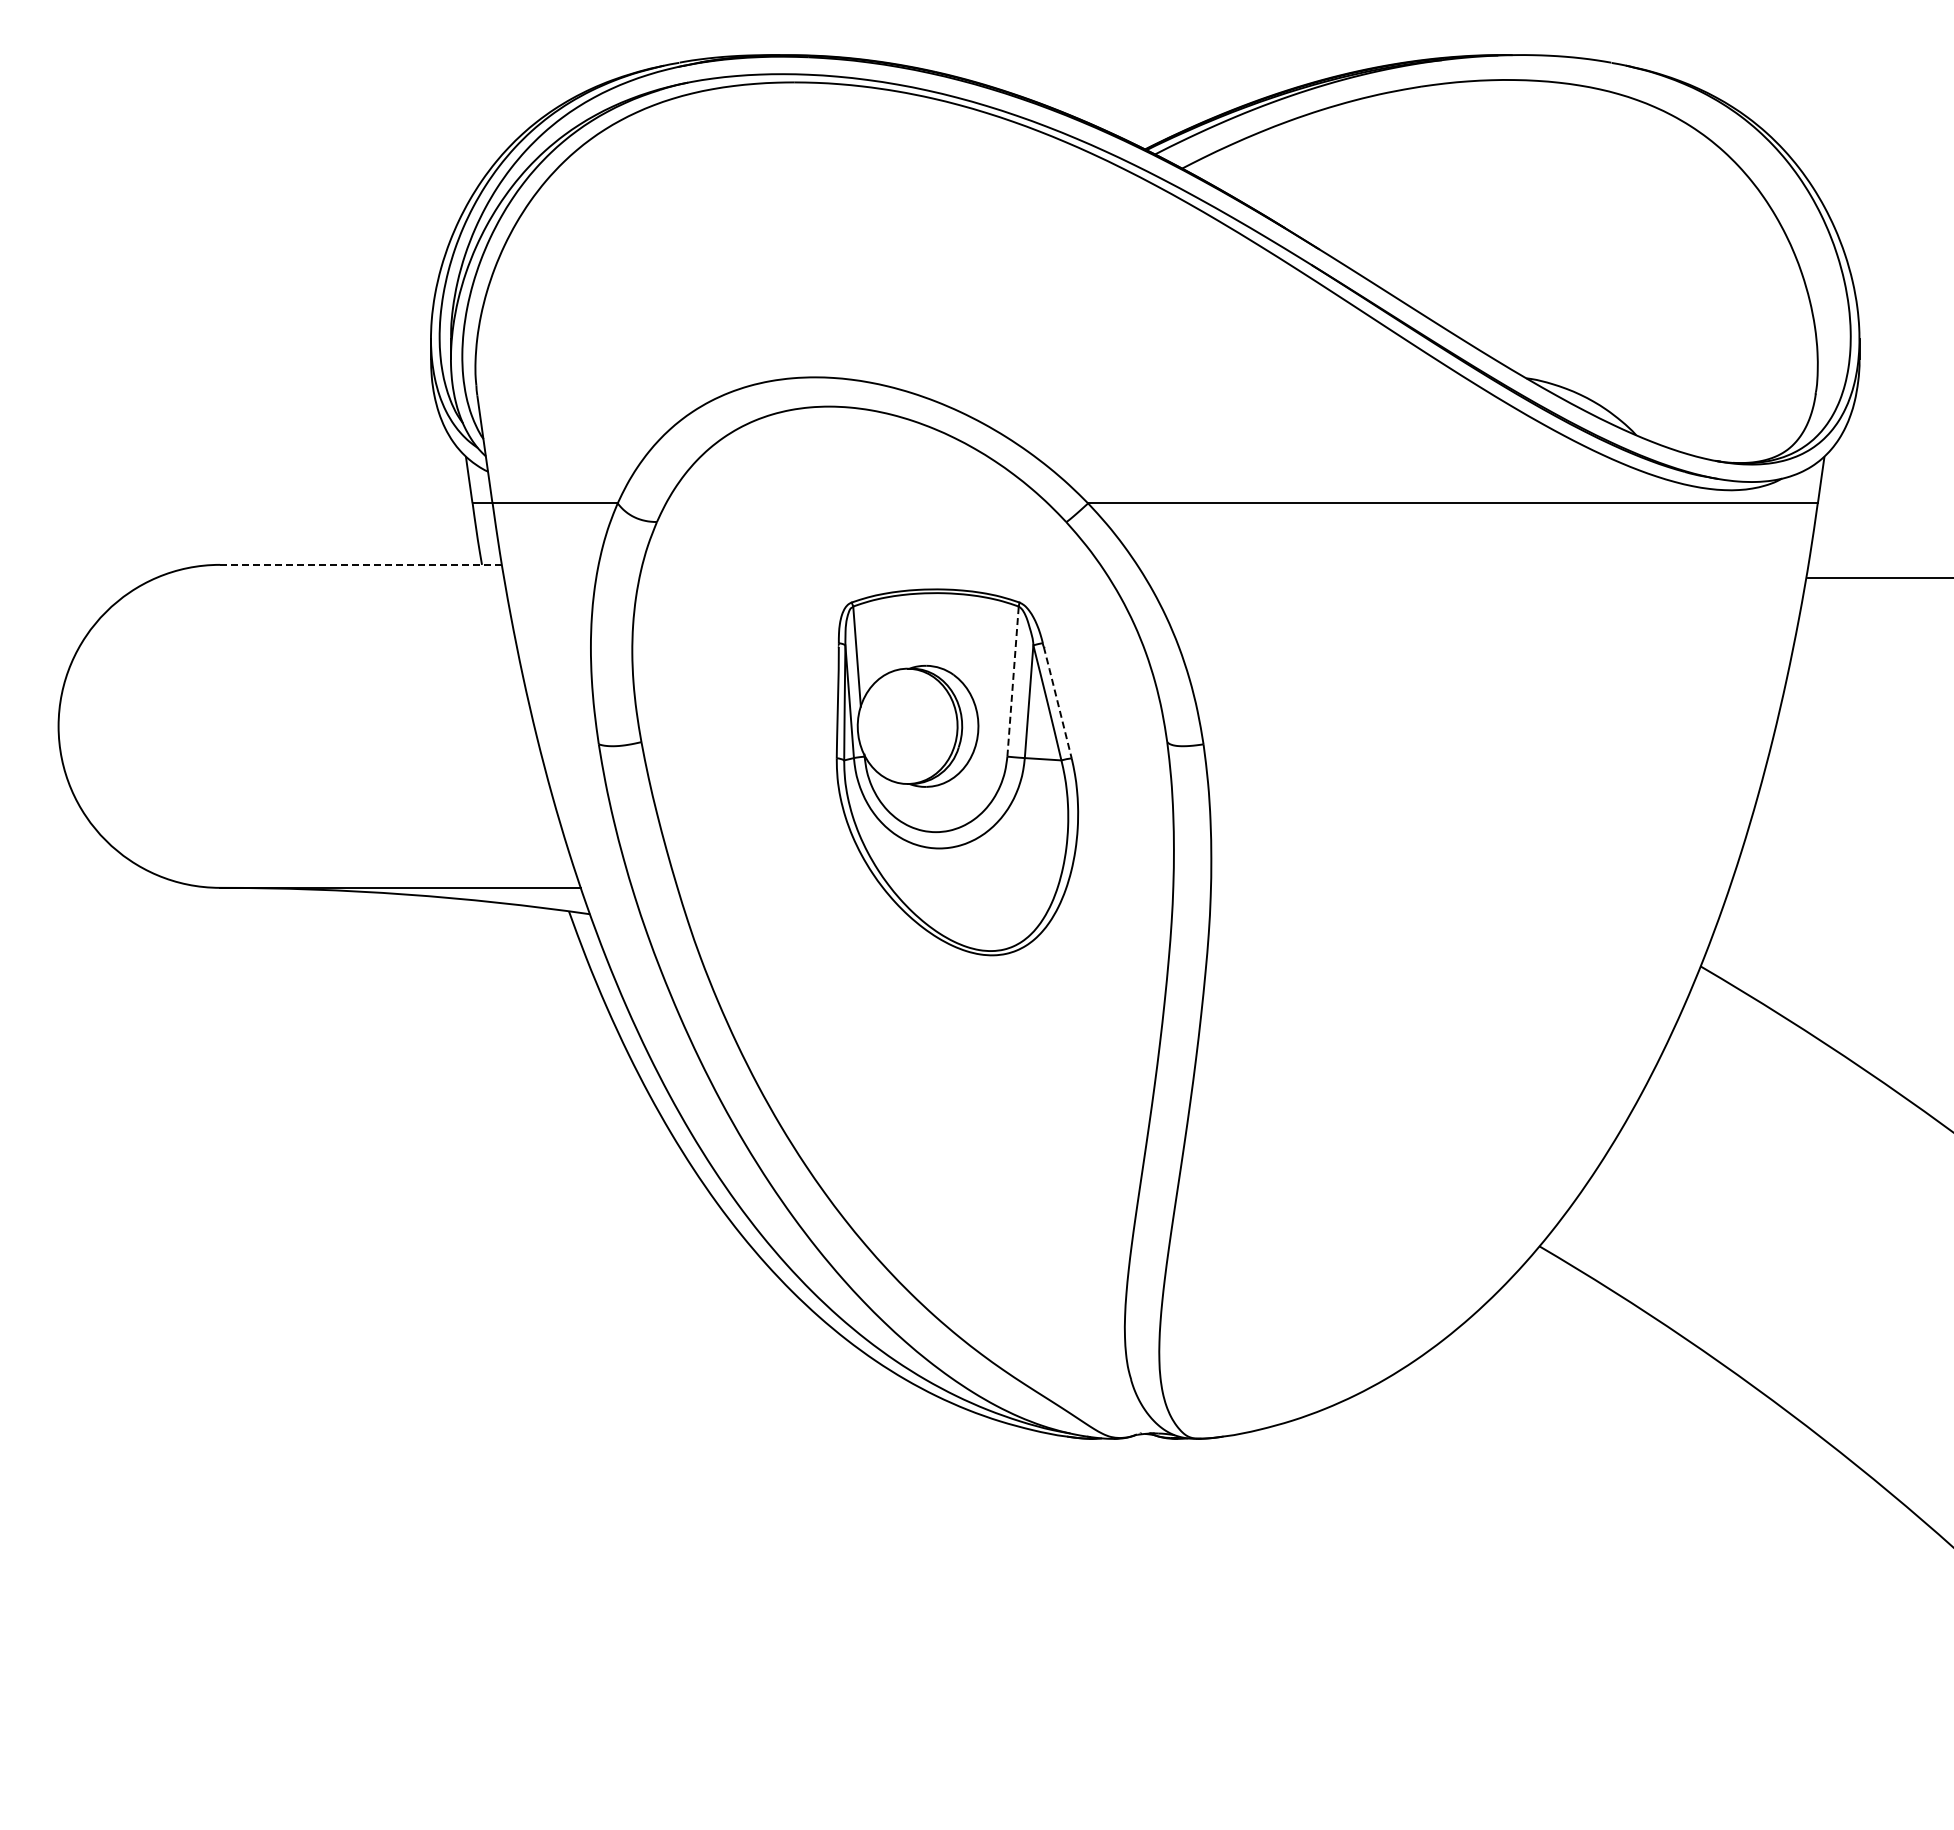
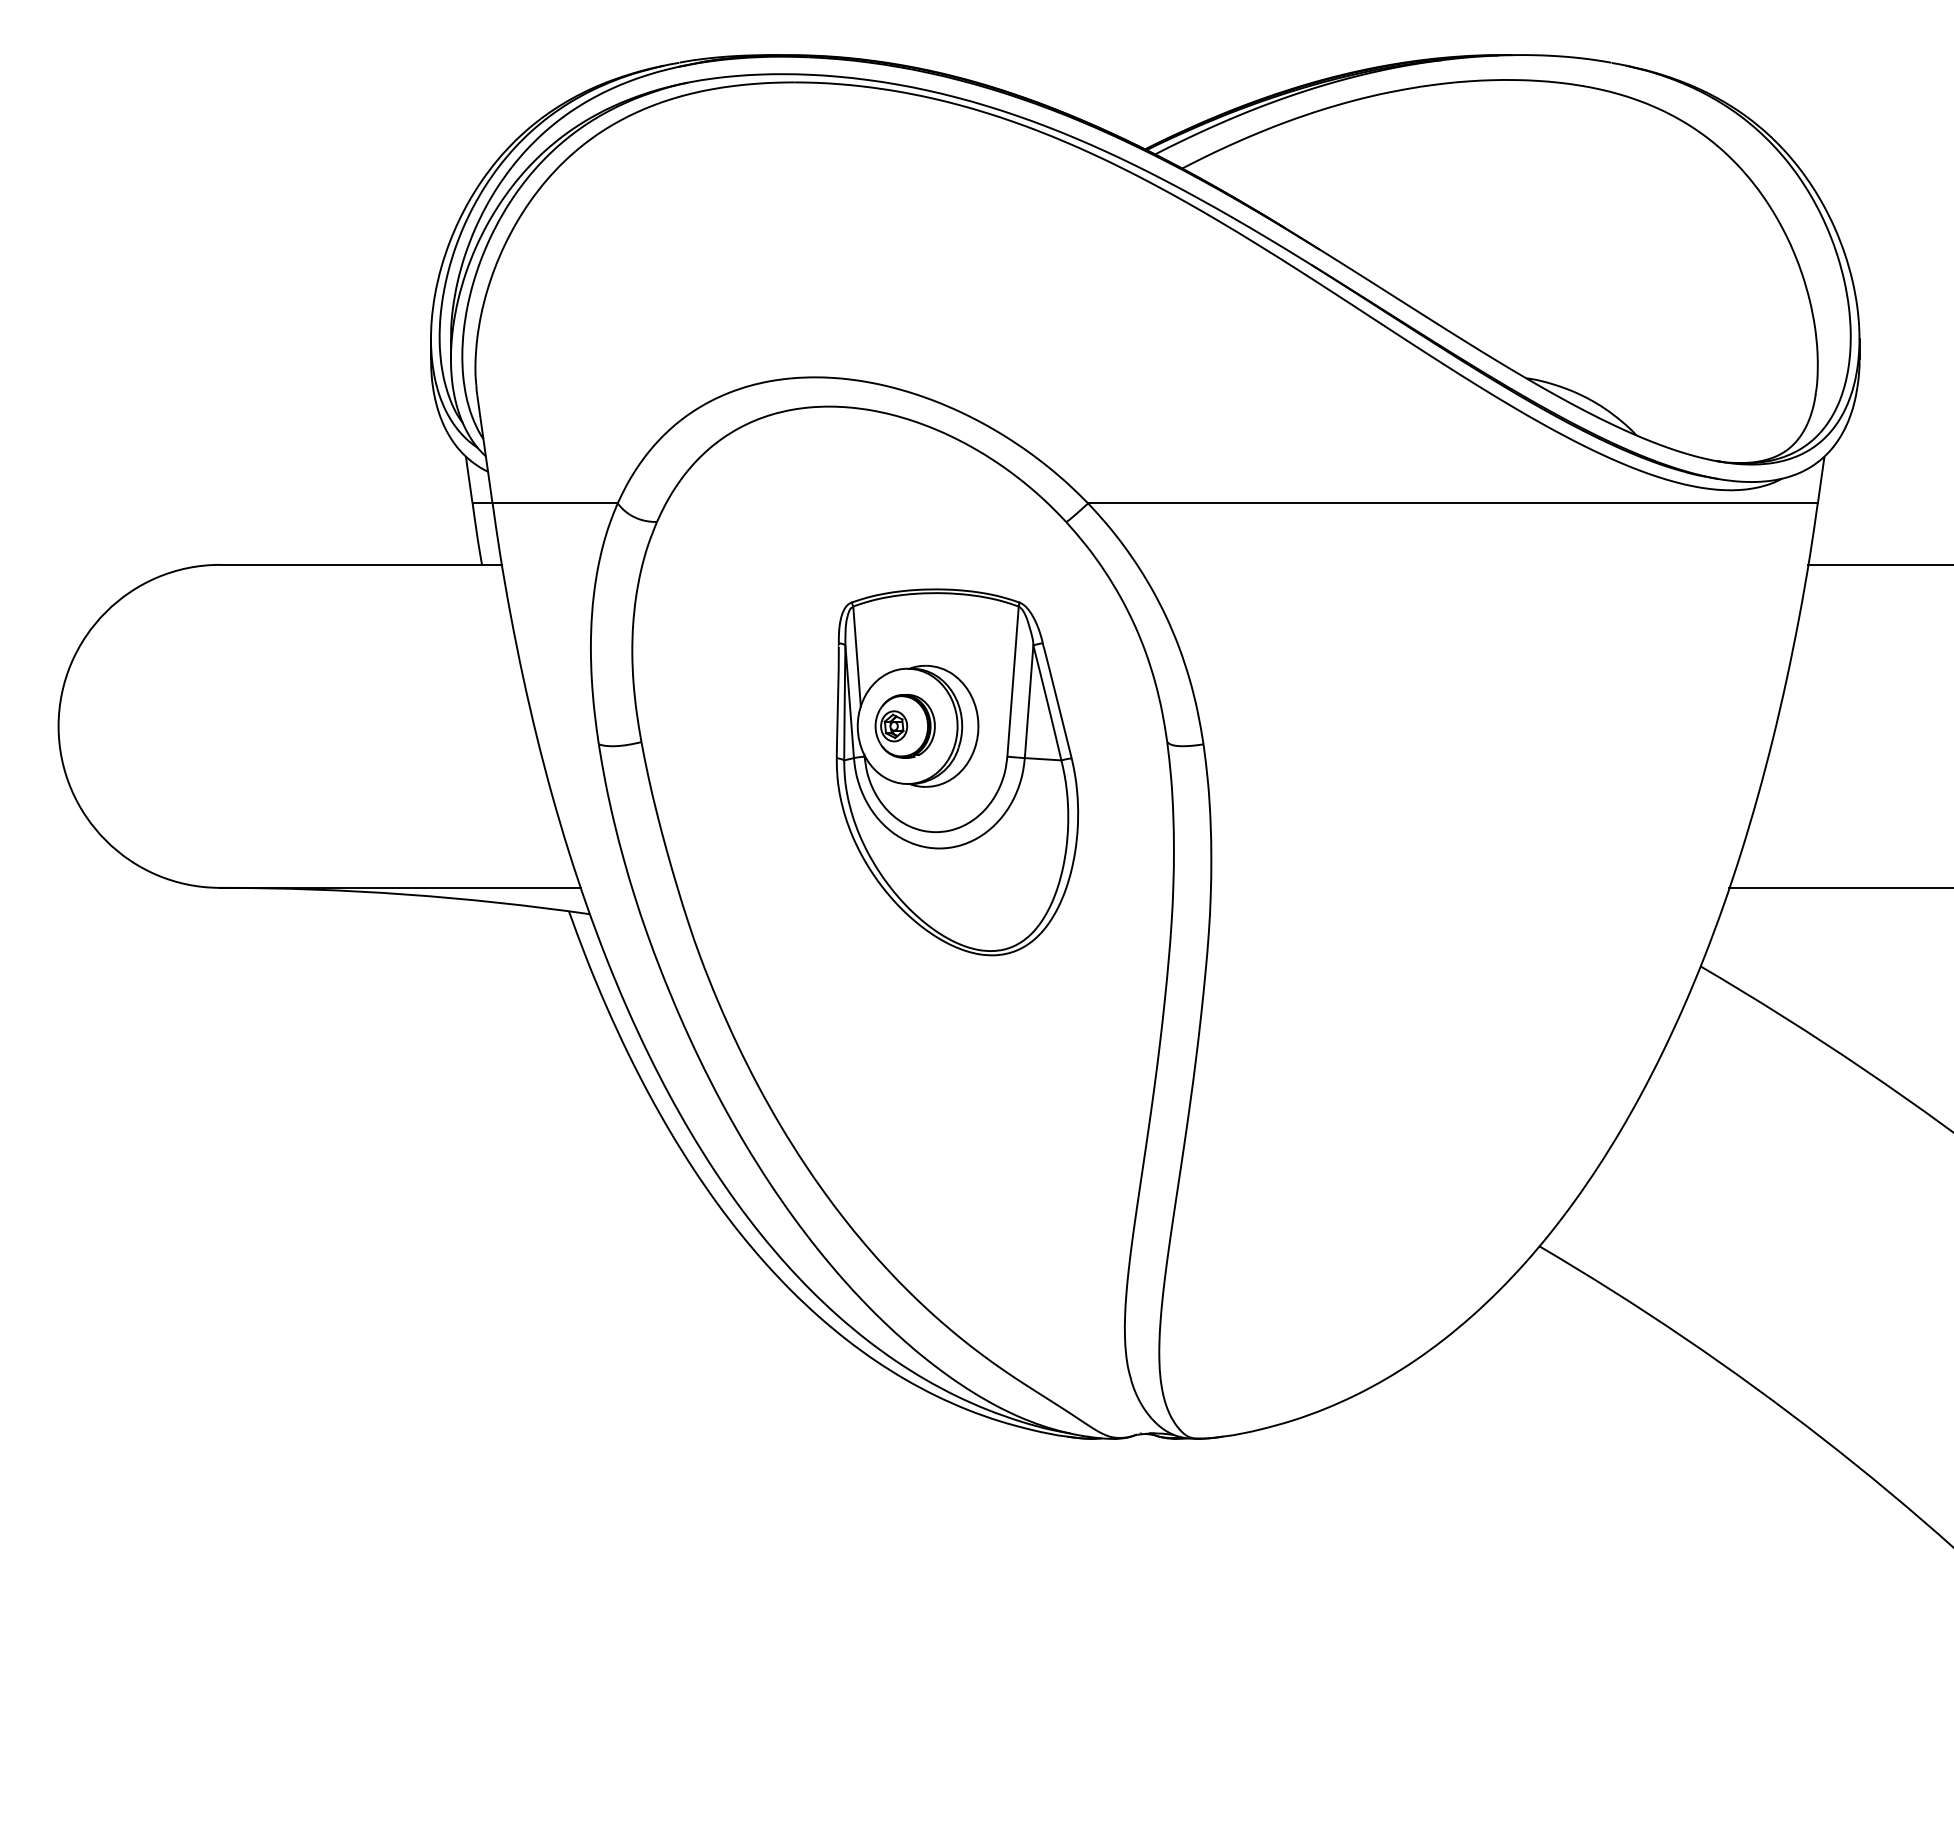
line at (360, 564): dashed -> solid
line at (1879, 577) position: (1879, 577) -> (1879, 564)
line at (1013, 681): dashed -> solid
line at (1057, 702): dashed -> solid
part at (904, 726): none -> present
line at (1839, 887): none -> present
